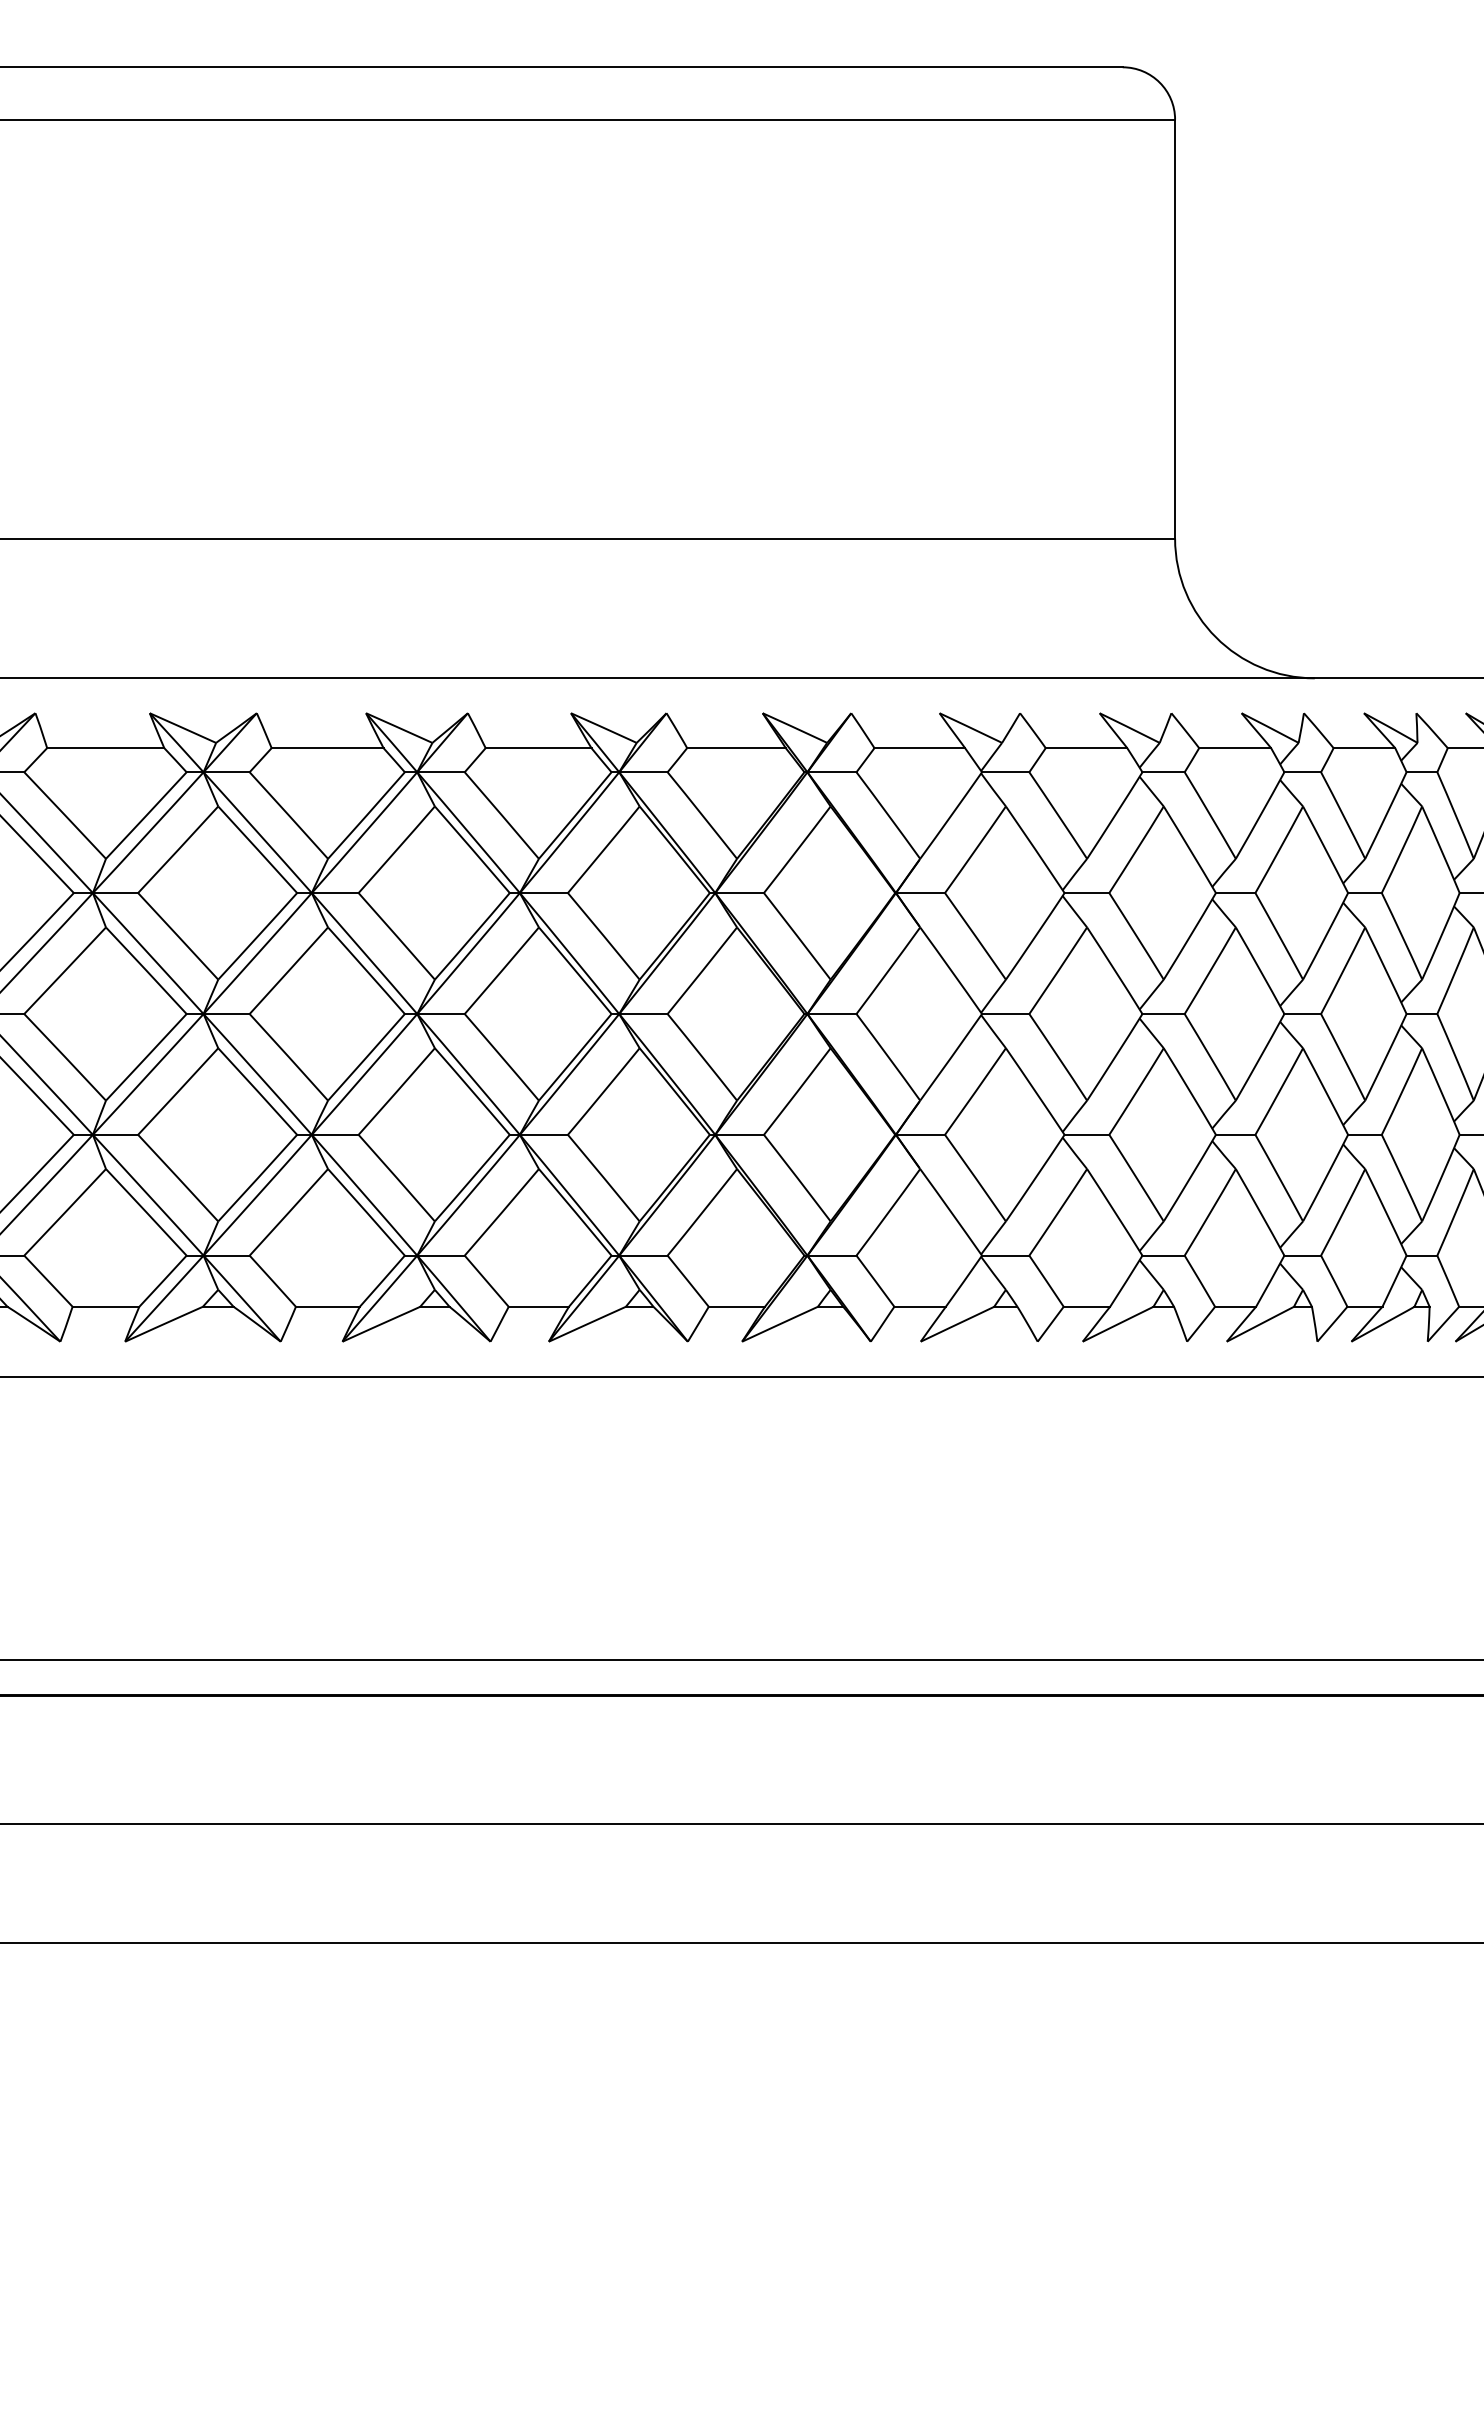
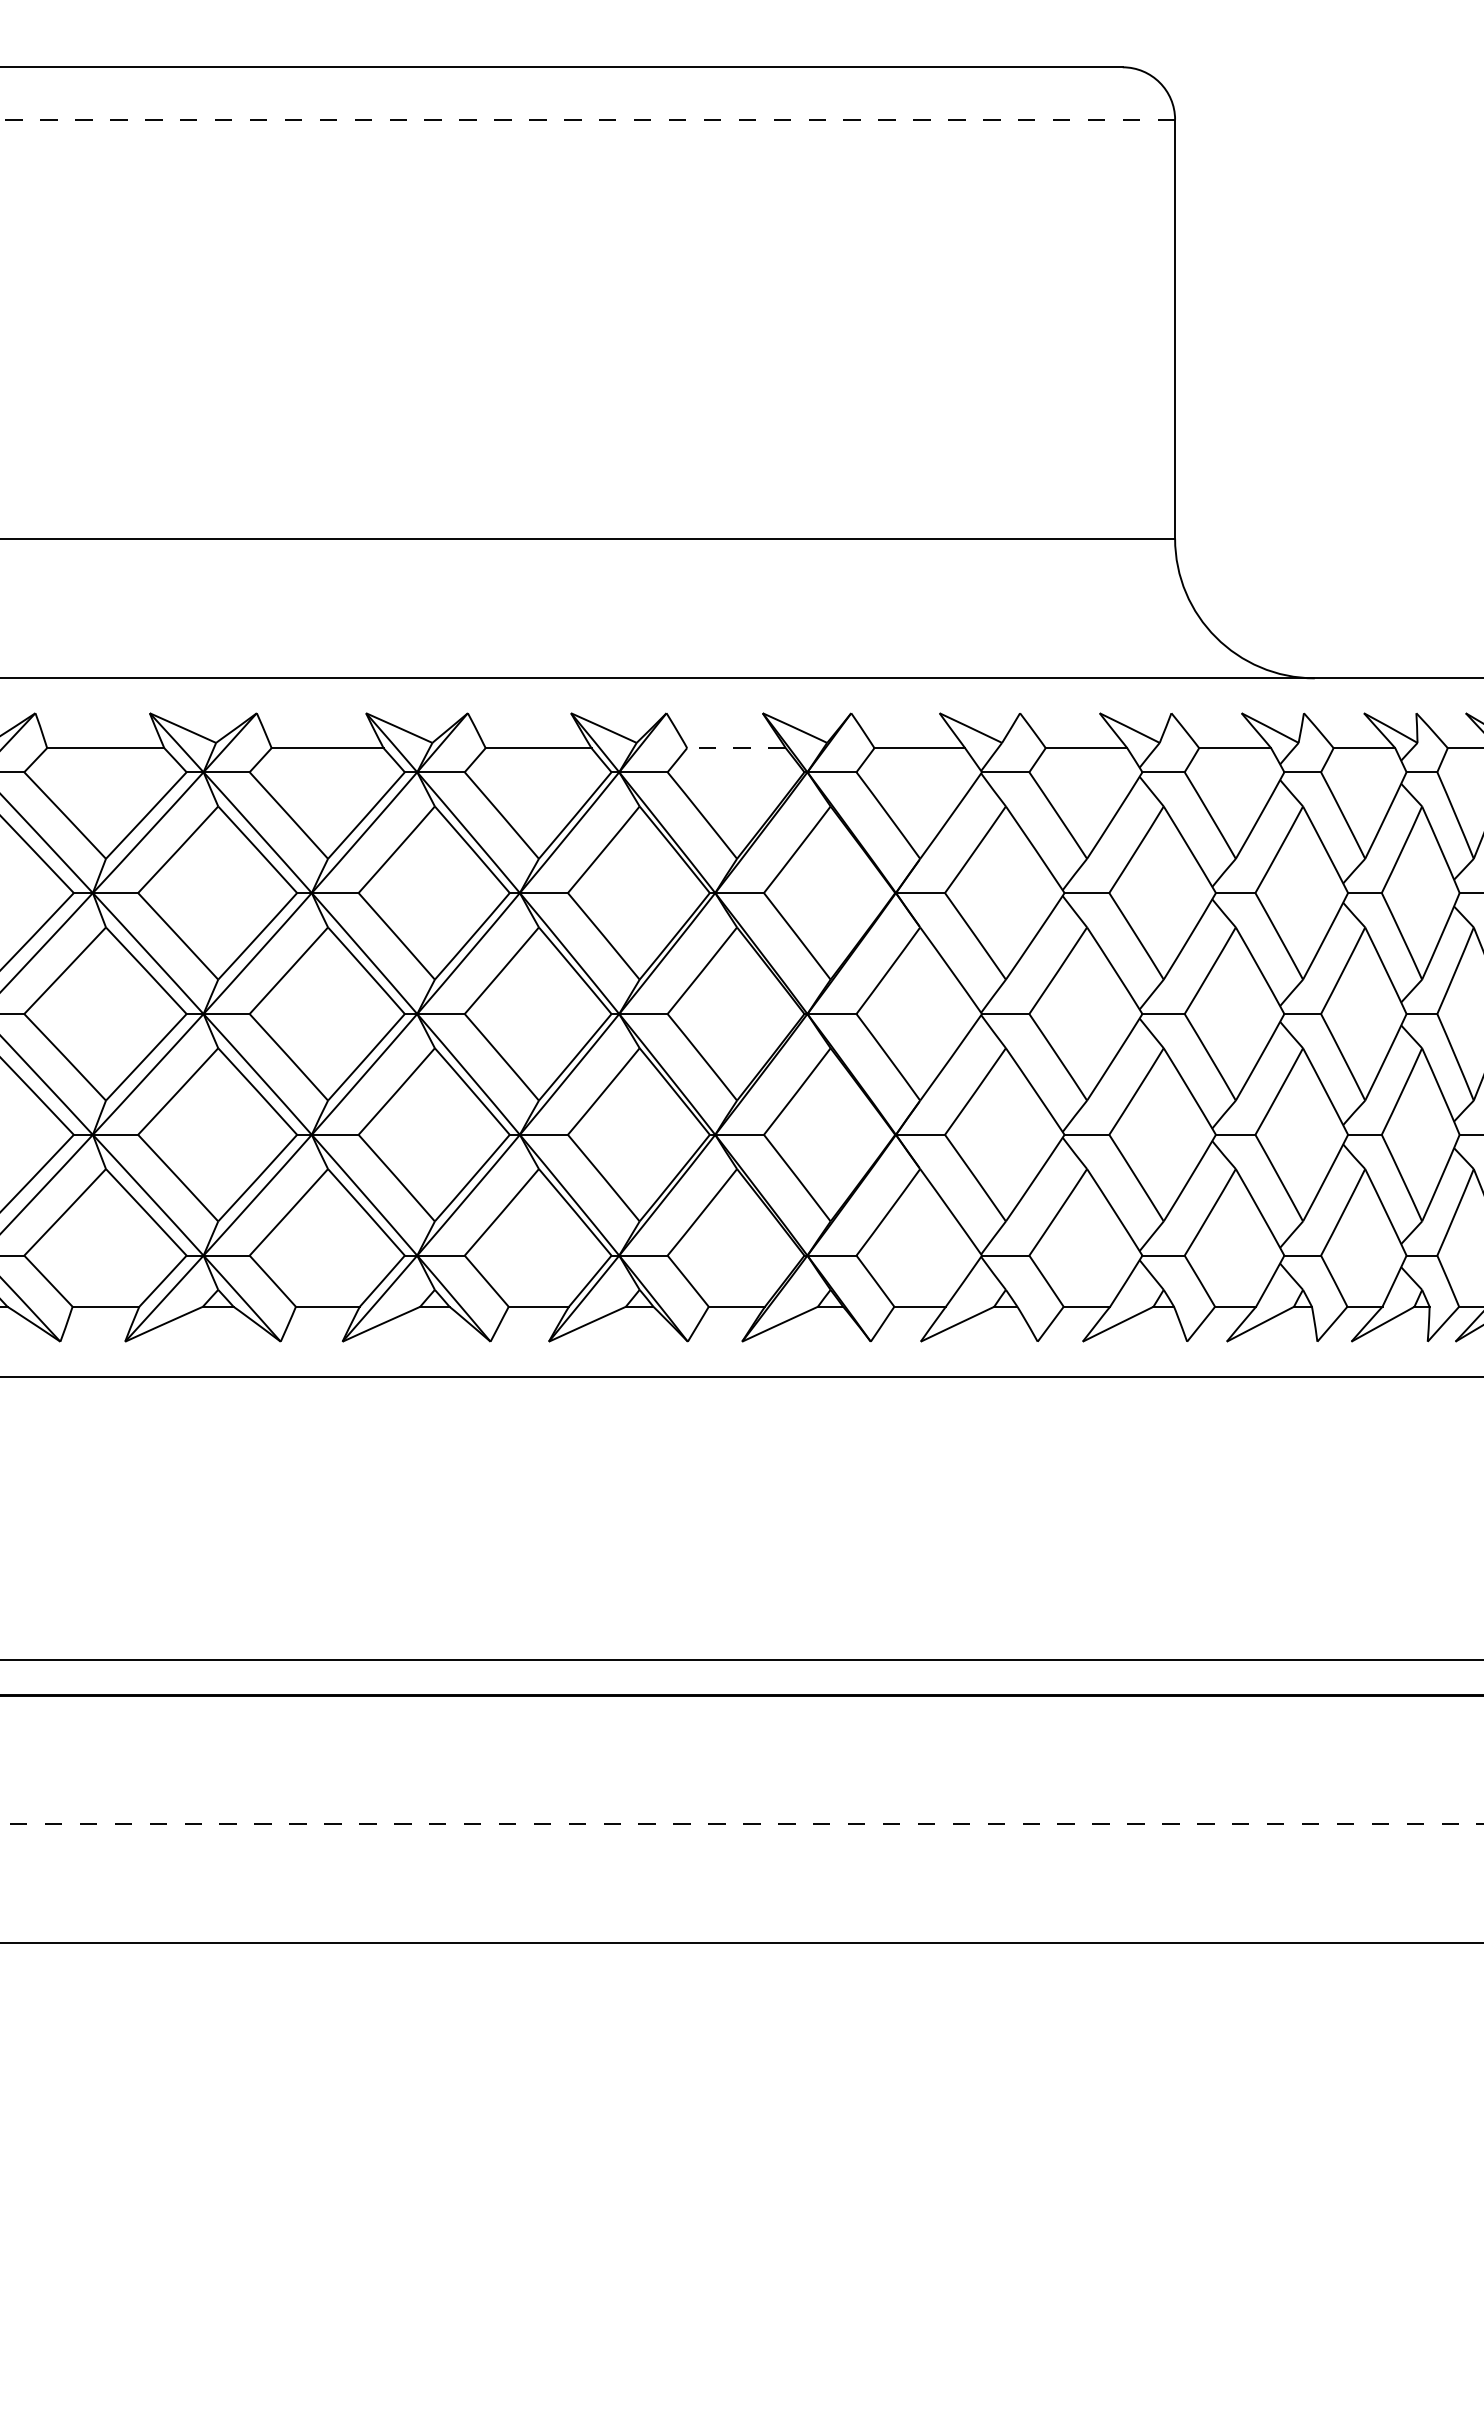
line at (587, 119): solid -> dashed
line at (735, 748): solid -> dashed
line at (742, 1823): solid -> dashed
